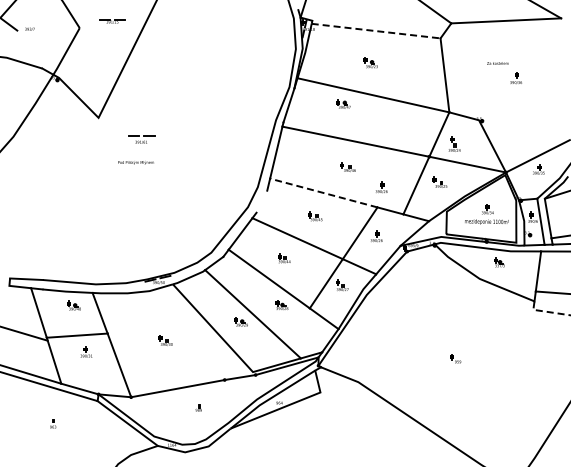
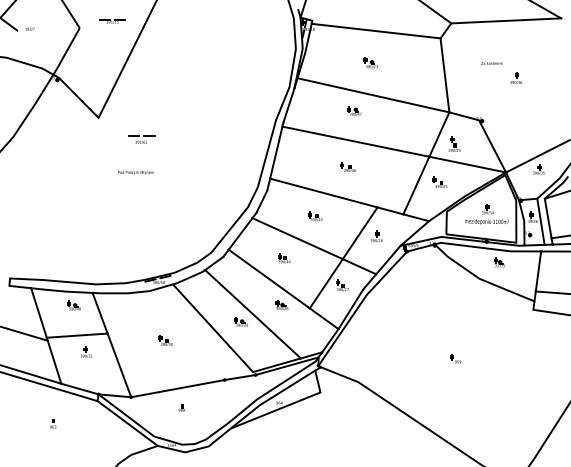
line at (376, 31): dashed -> solid
text at (497, 63) position: (497, 63) -> (491, 63)
part at (343, 103) position: (343, 103) -> (354, 110)
text at (135, 162) position: (135, 162) -> (135, 172)
part at (381, 187): present -> none
line at (323, 193): dashed -> solid
line at (261, 201): none -> present
line at (547, 311): dashed -> solid
part at (198, 407) position: (198, 407) -> (181, 407)
